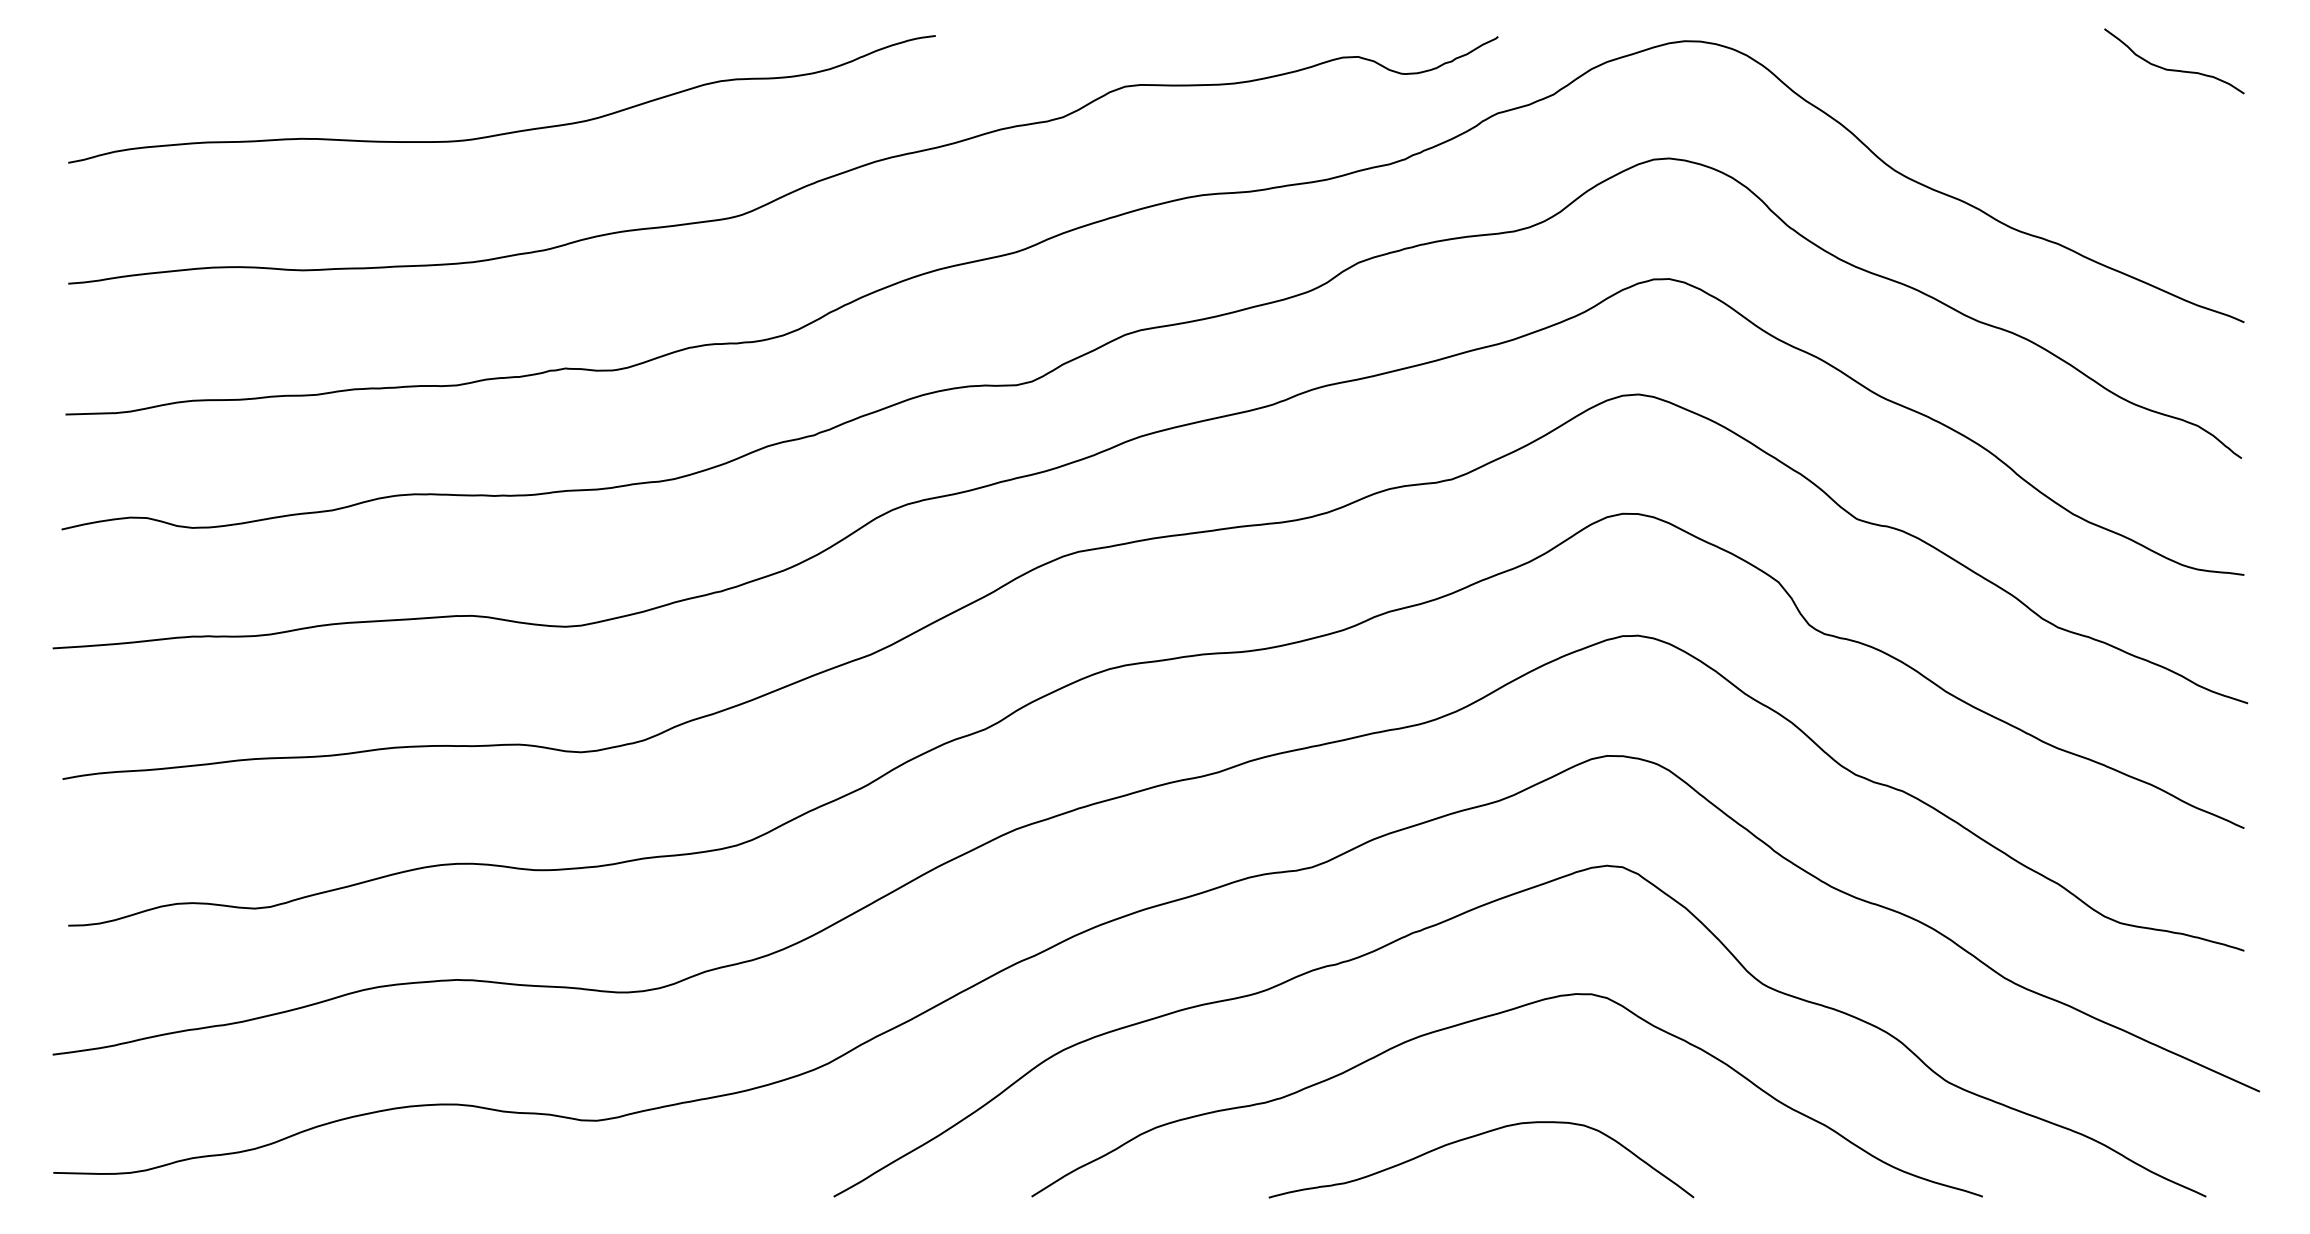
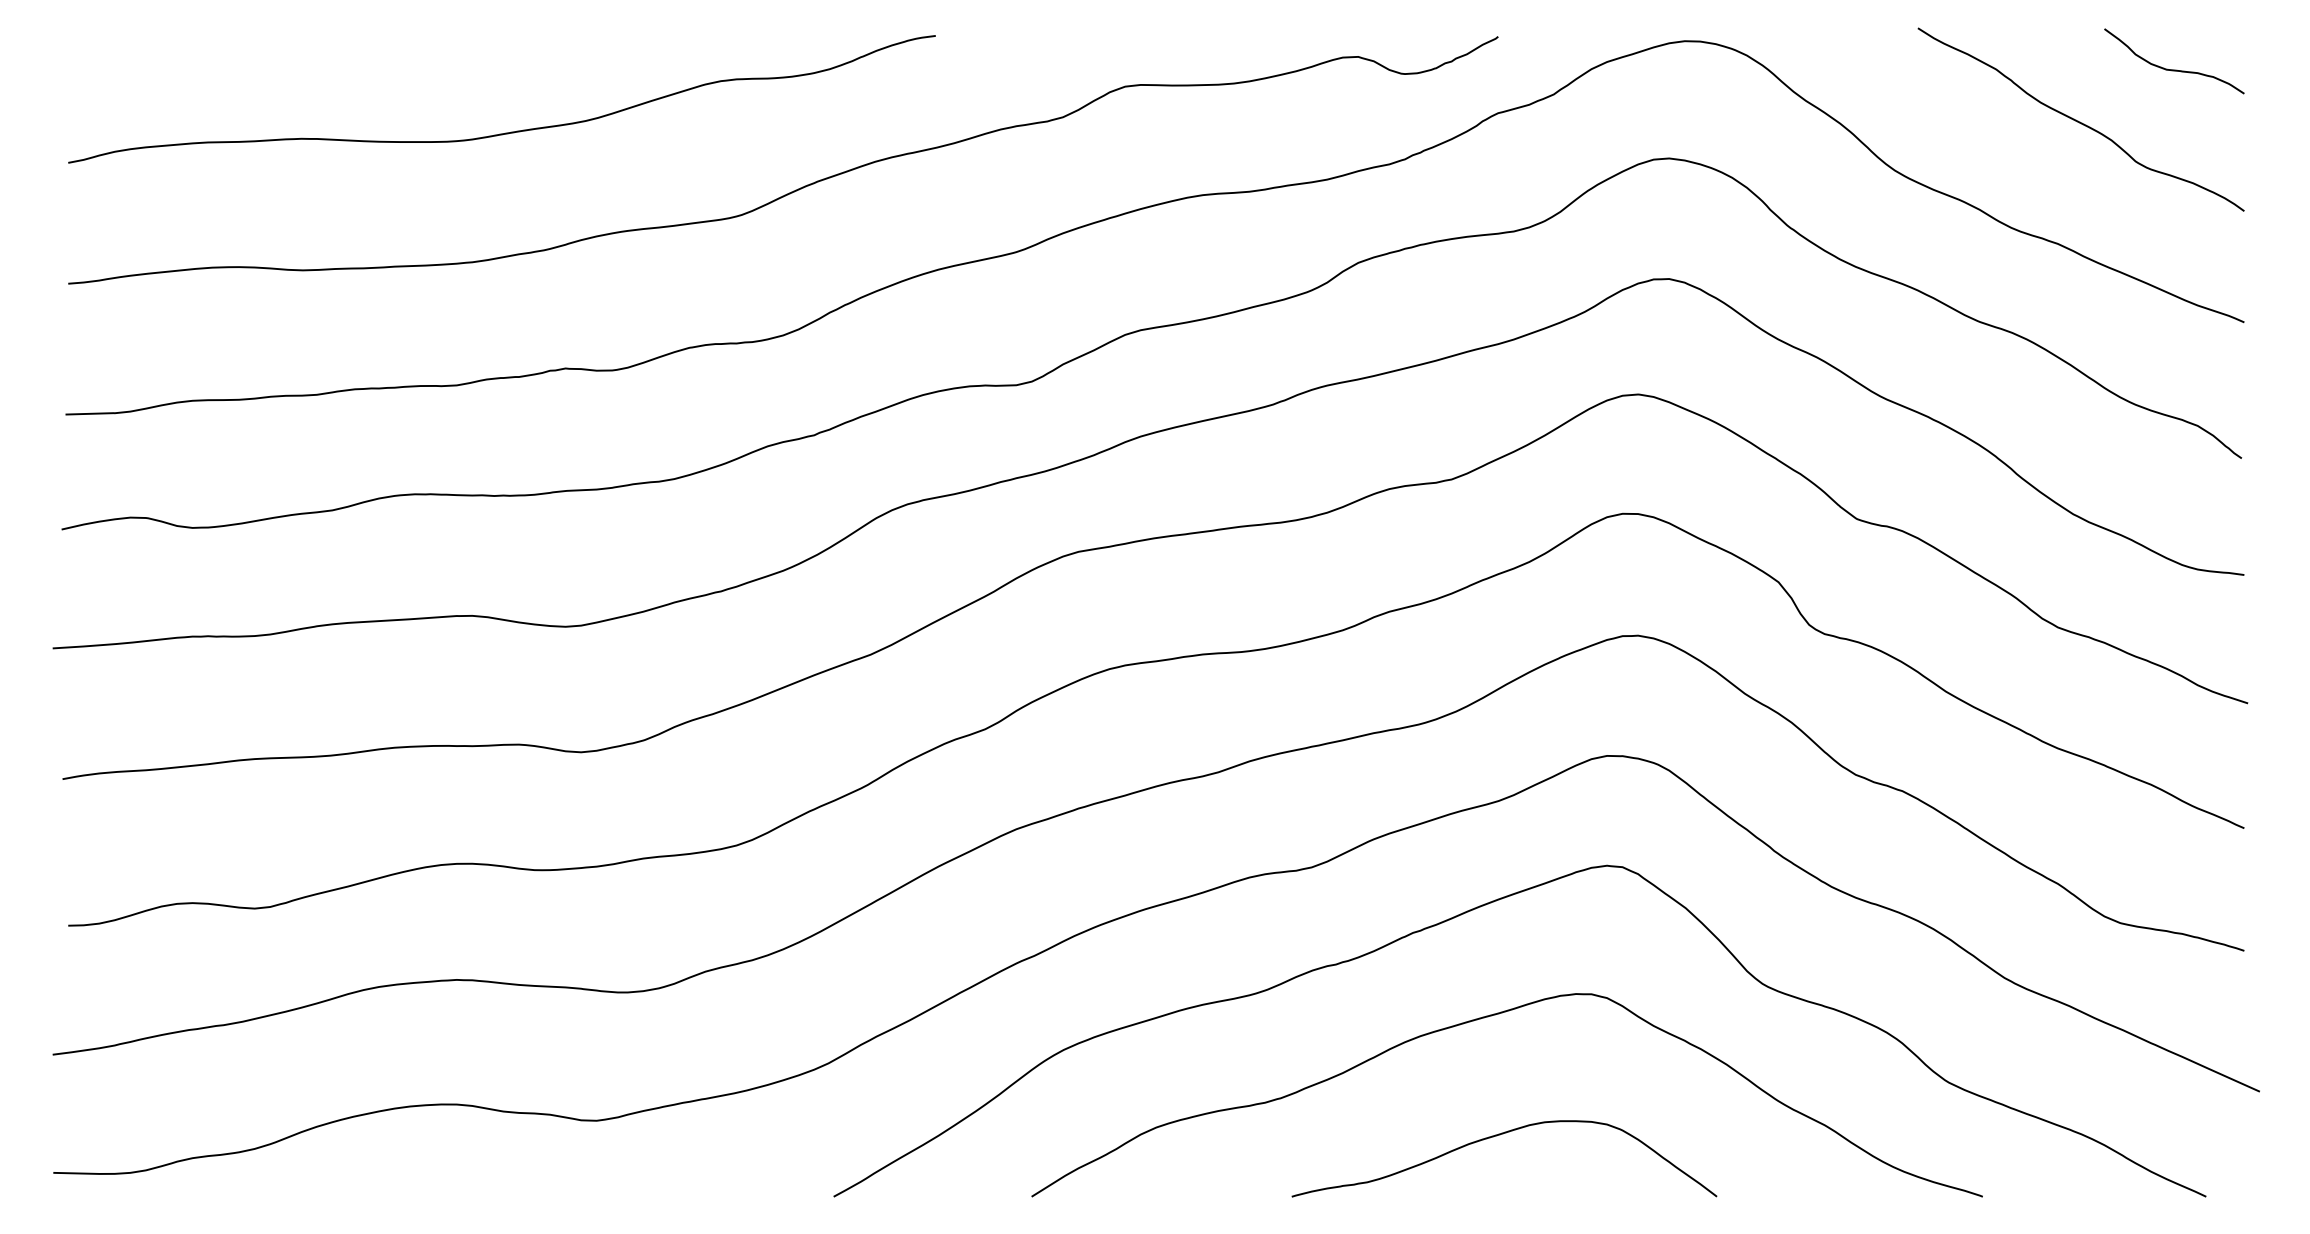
curve at (2080, 121): none -> present
curve at (1477, 1136) position: (1477, 1136) -> (1500, 1135)
